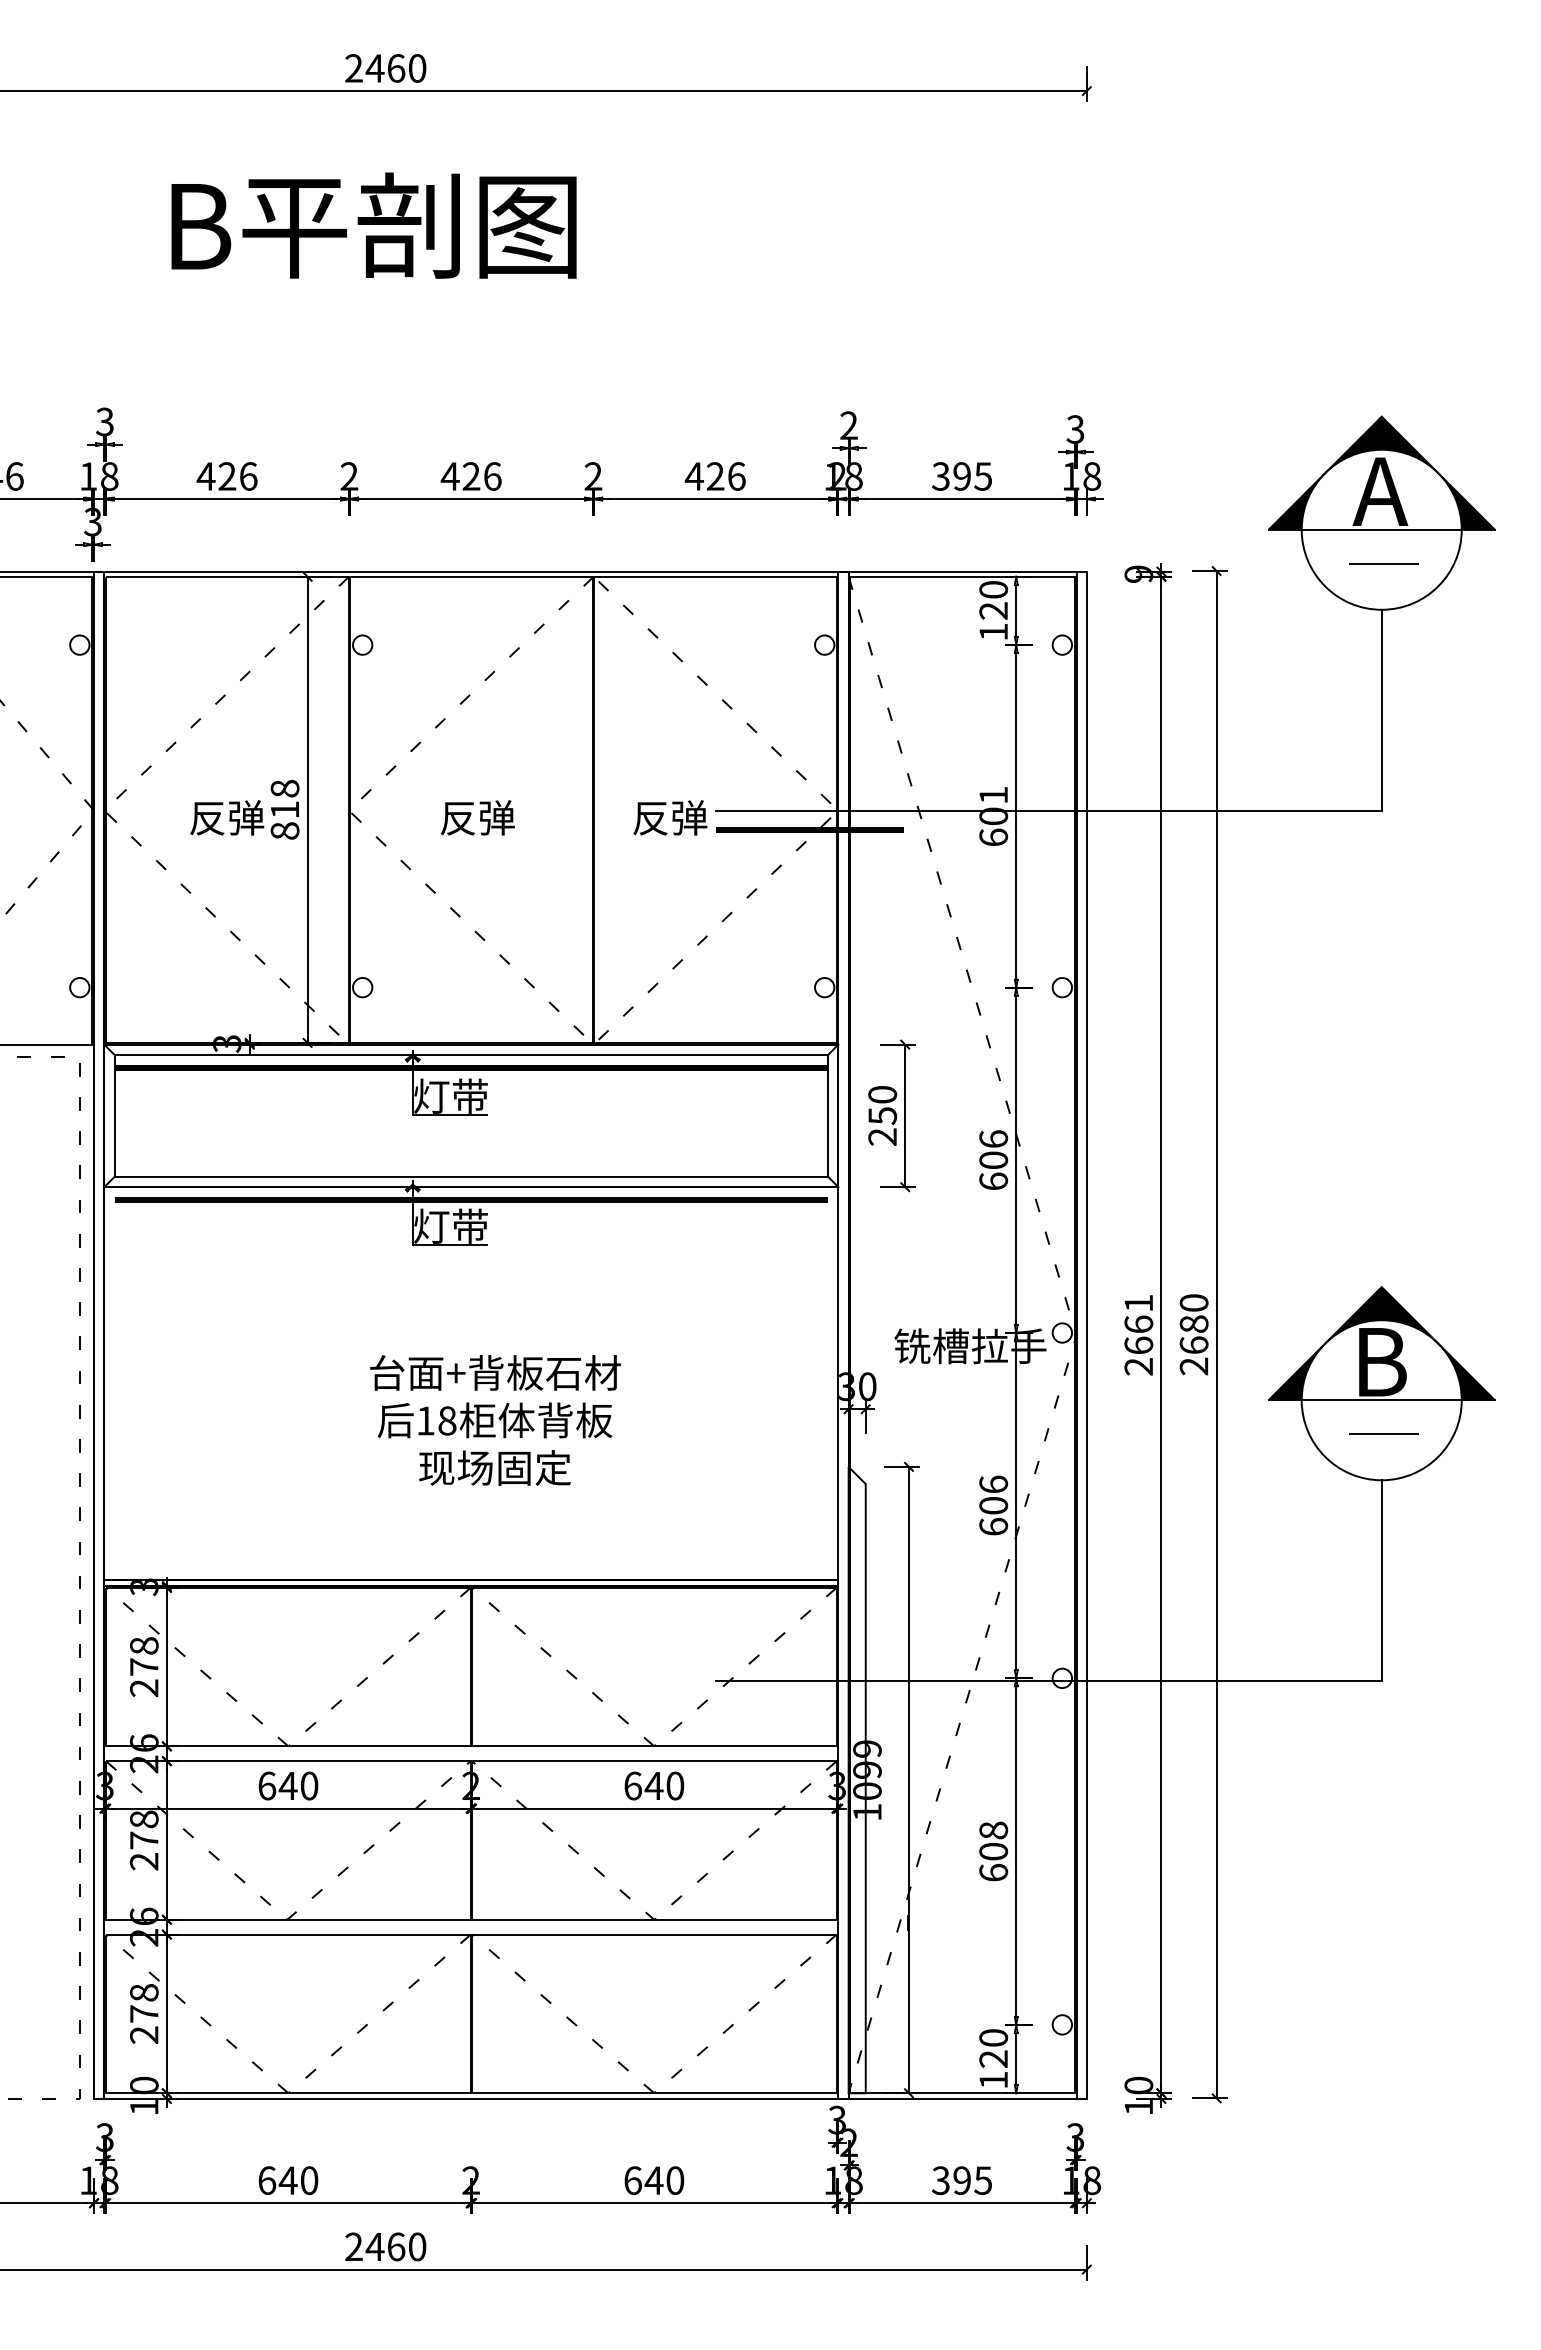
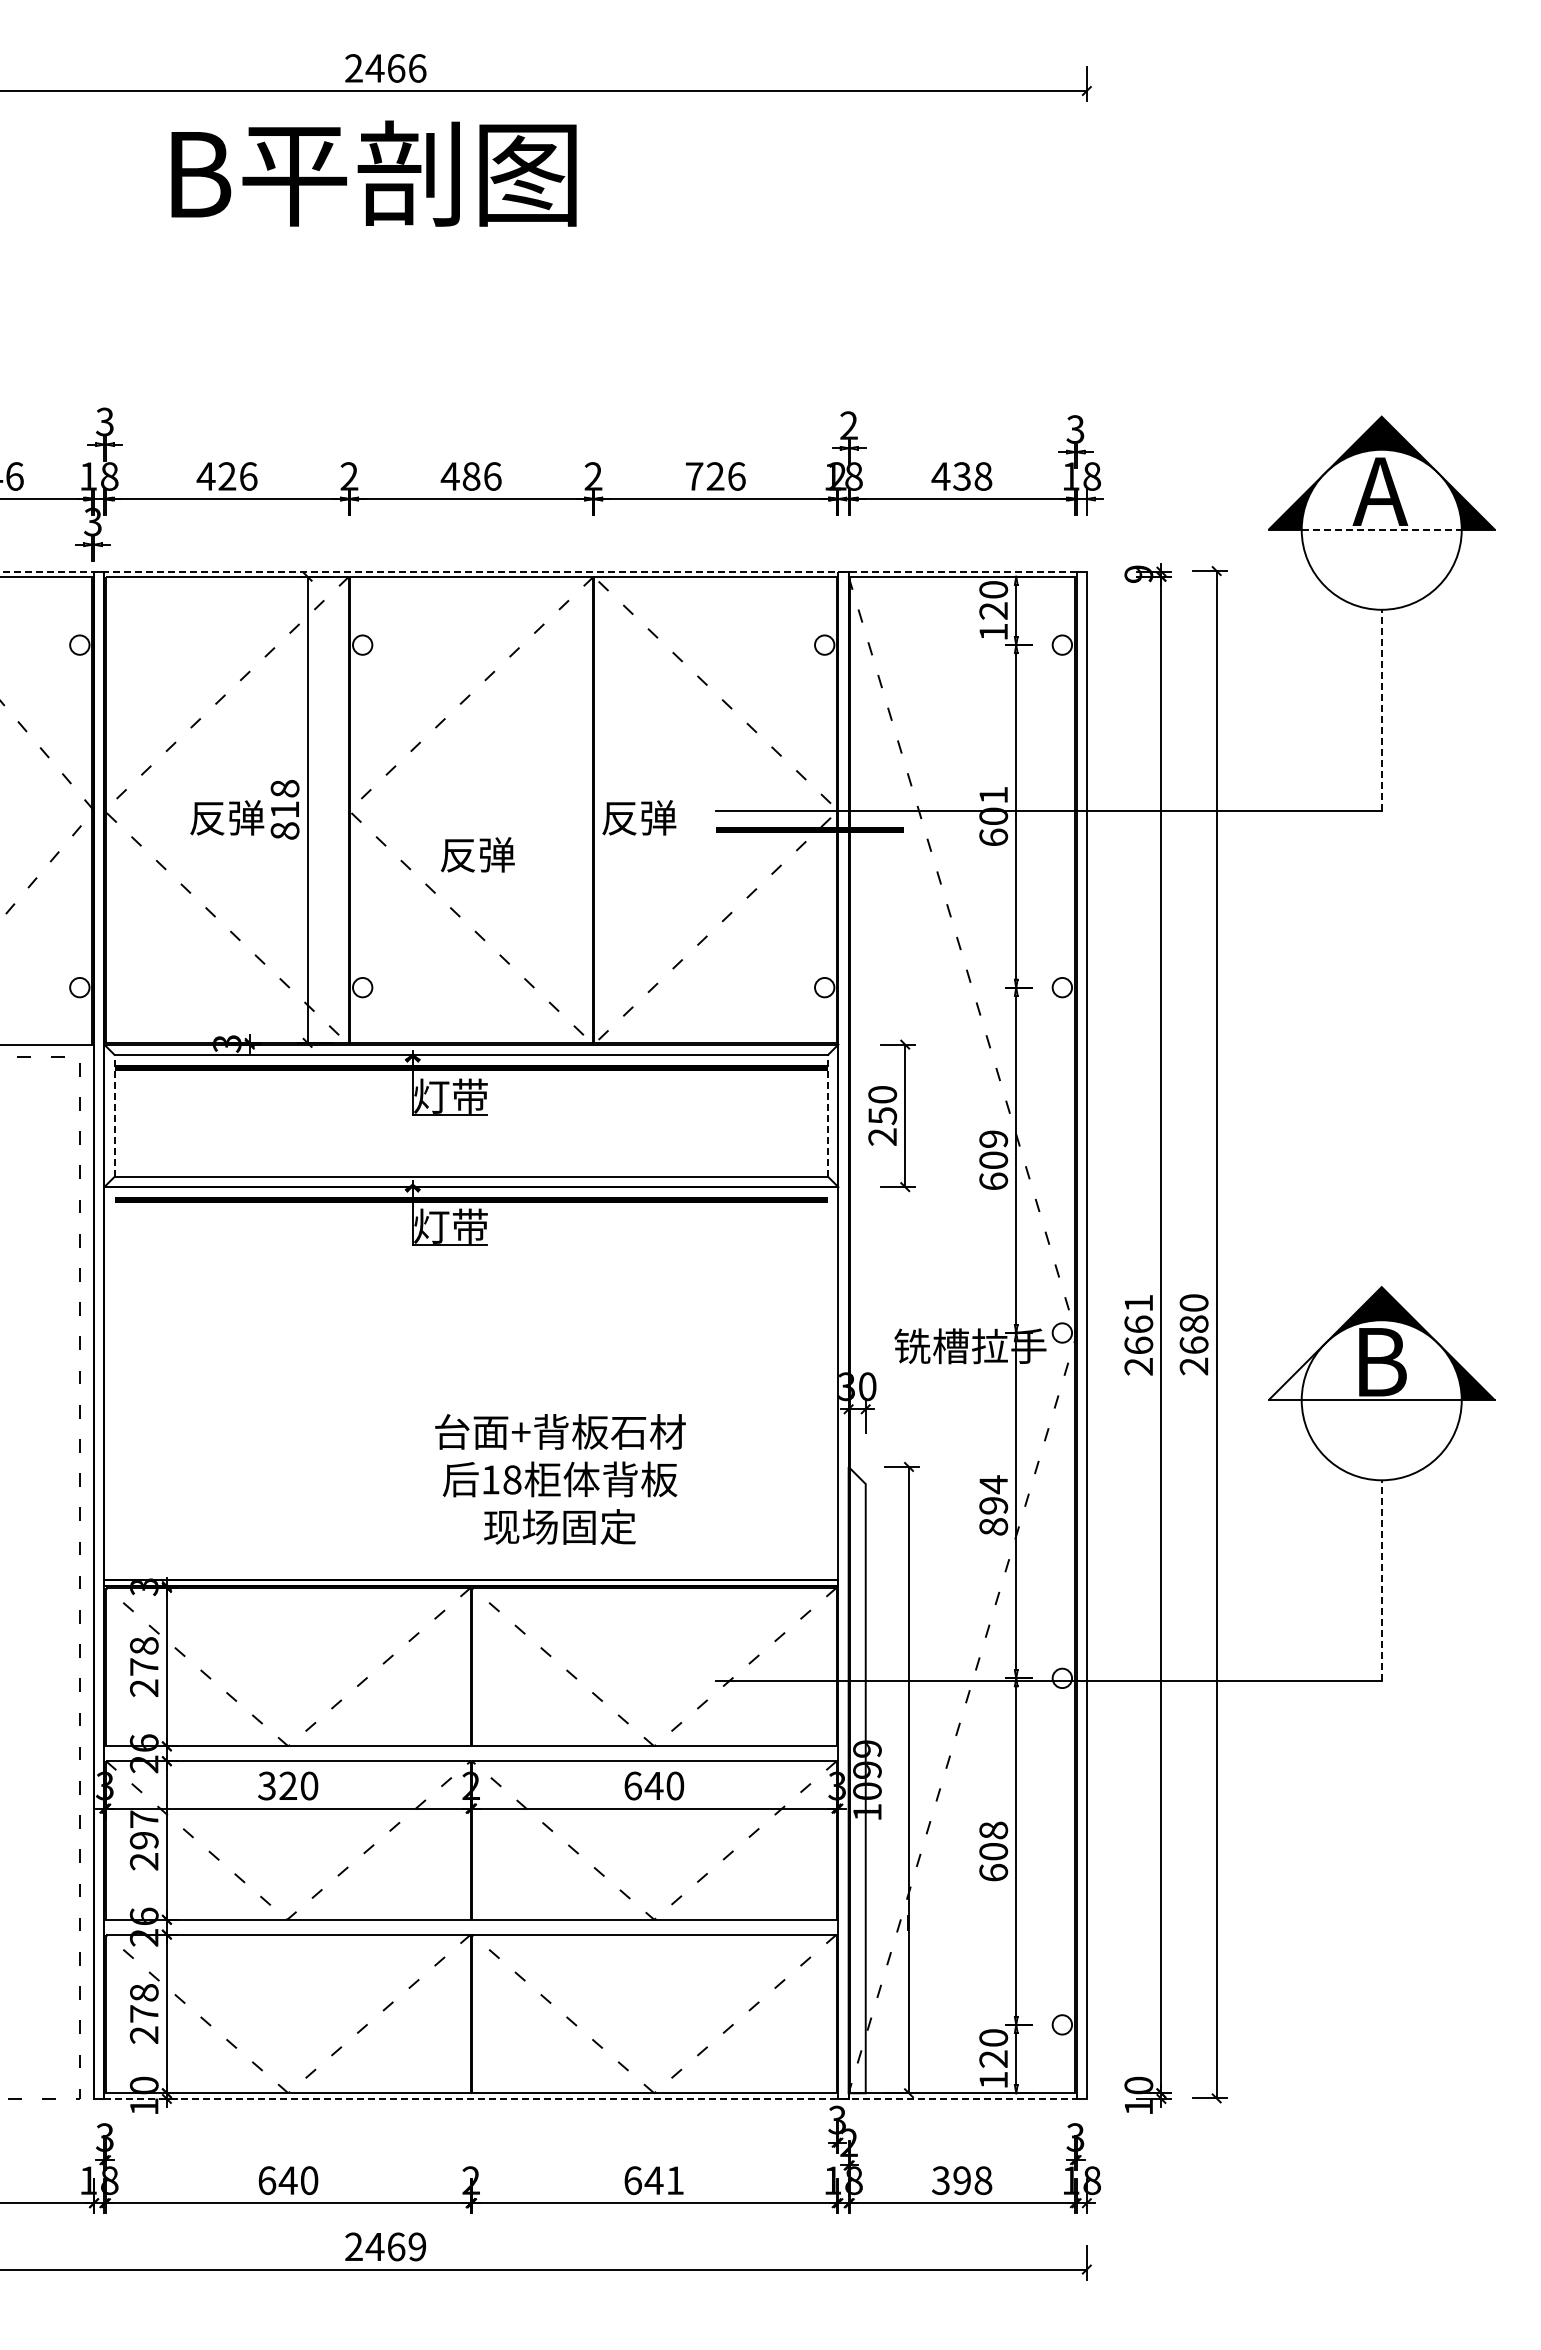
text at (417, 68): 2460 -> 2466
text at (373, 225) position: (373, 225) -> (373, 173)
text at (471, 476): 426 -> 486
text at (693, 476): 426 -> 726
text at (961, 476): 395 -> 438
line at (1382, 529): solid -> dashed
line at (1383, 563): present -> none
line at (538, 571): solid -> dashed
line at (1381, 709): solid -> dashed
text at (477, 817) position: (477, 817) -> (477, 854)
text at (670, 817) position: (670, 817) -> (639, 817)
line at (114, 1115): solid -> dashed
line at (828, 1115): solid -> dashed
text at (993, 1138): 606 -> 609
fill at (1296, 1371): present -> none
text at (495, 1420) position: (495, 1420) -> (560, 1479)
line at (1383, 1433): present -> none
text at (993, 1505): 606 -> 894
line at (1381, 1580): solid -> dashed
text at (277, 1785): 640 -> 320
text at (143, 1829): 278 -> 297
line at (590, 2098): solid -> dashed
text at (675, 2180): 640 -> 641
text at (983, 2180): 395 -> 398
text at (417, 2246): 2460 -> 2469
